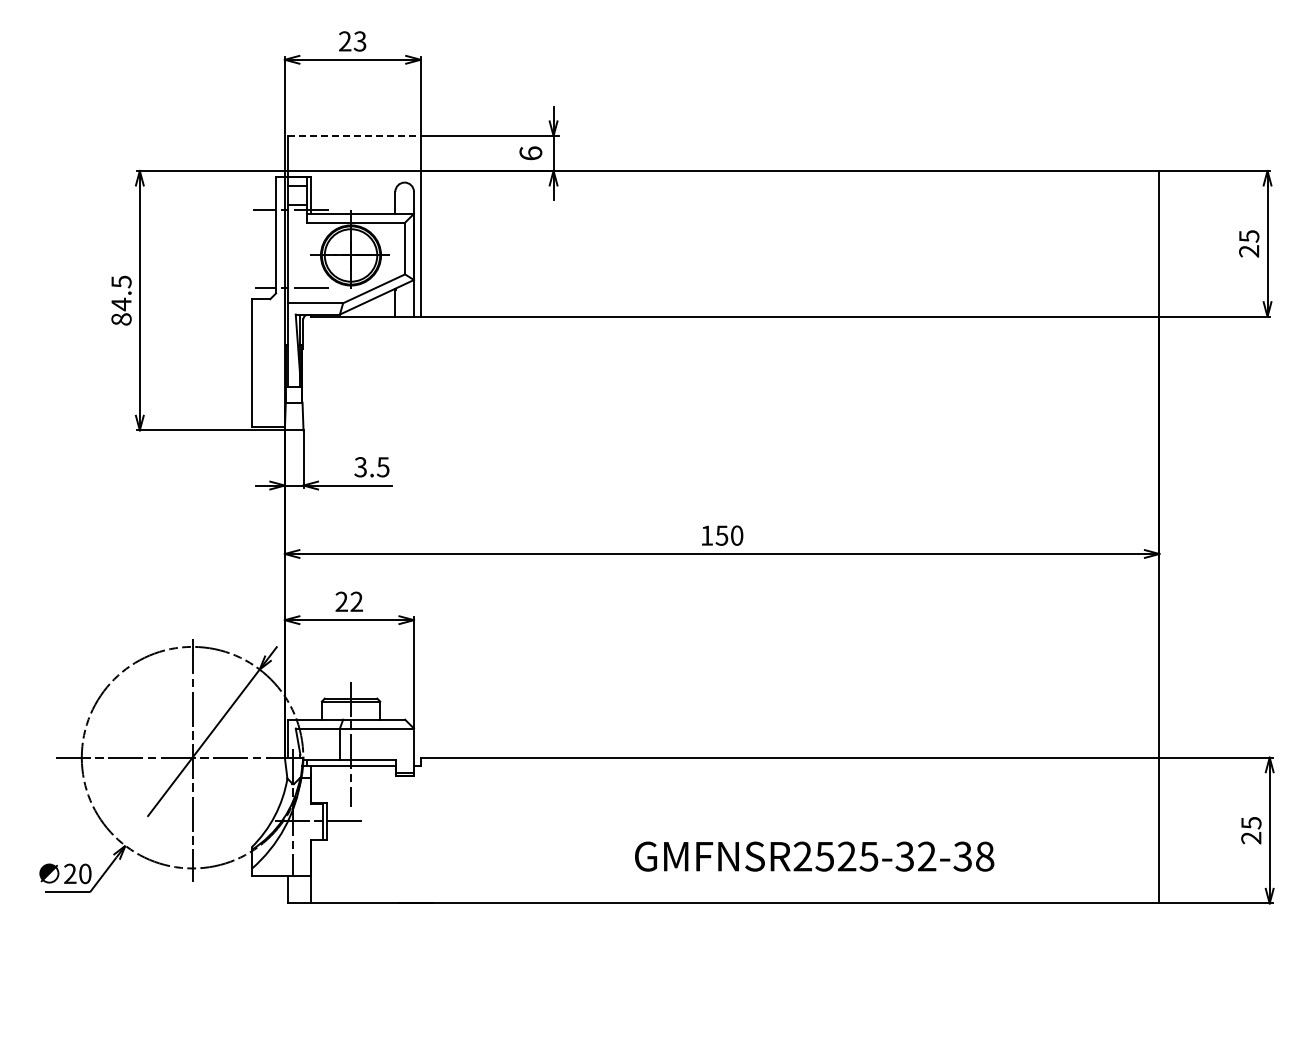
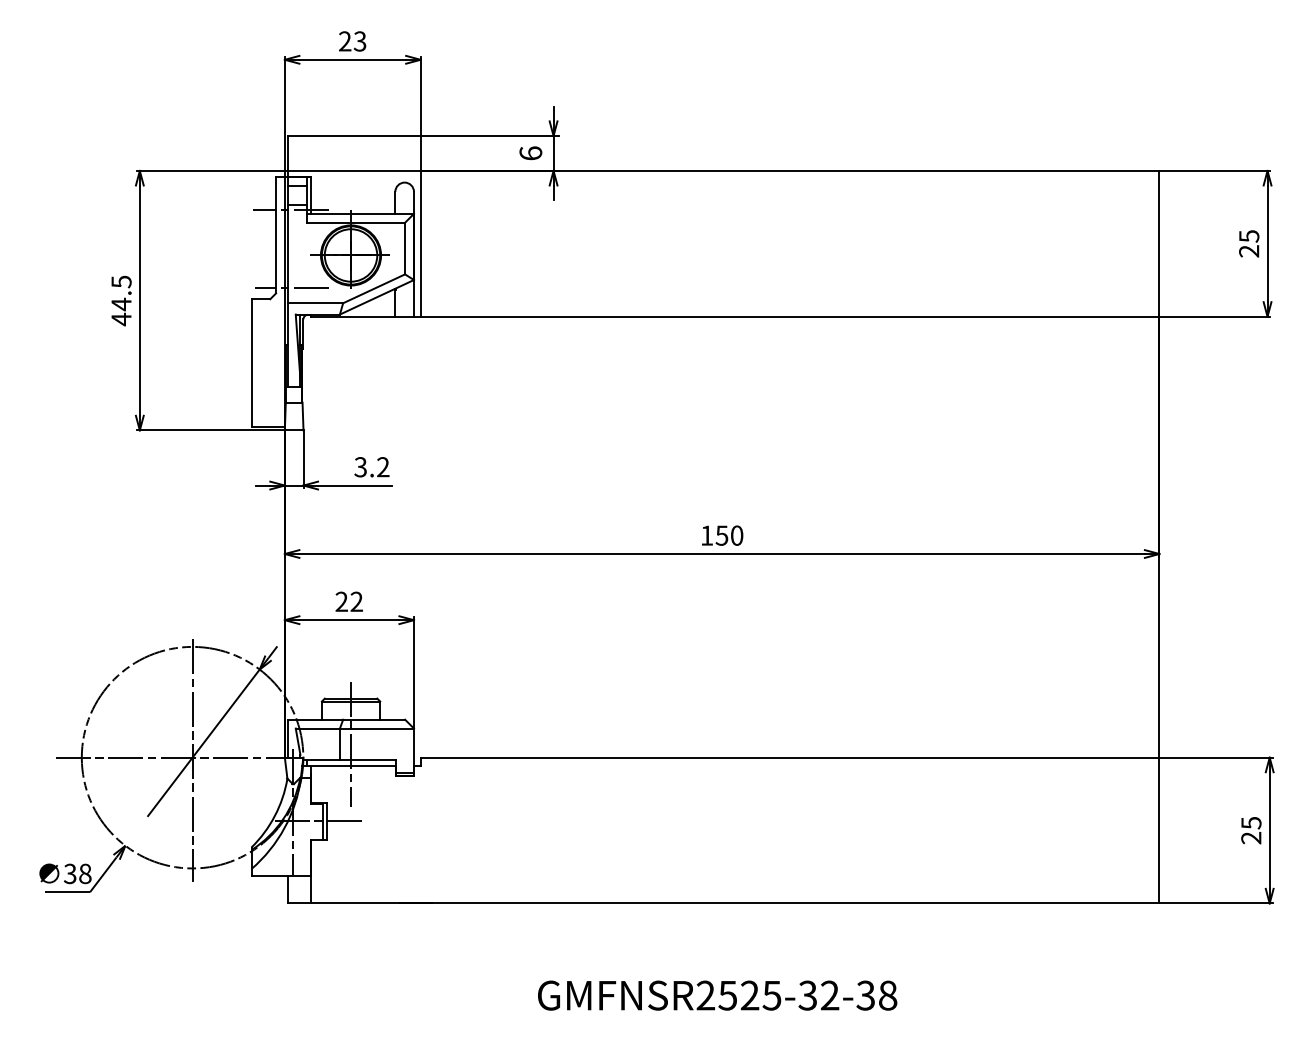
line at (354, 135): dashed -> solid
text at (121, 319): 84.5 -> 44.5
text at (382, 467): 3.5 -> 3.2
text at (814, 856) position: (814, 856) -> (717, 995)
text at (77, 874): 20 -> 38
